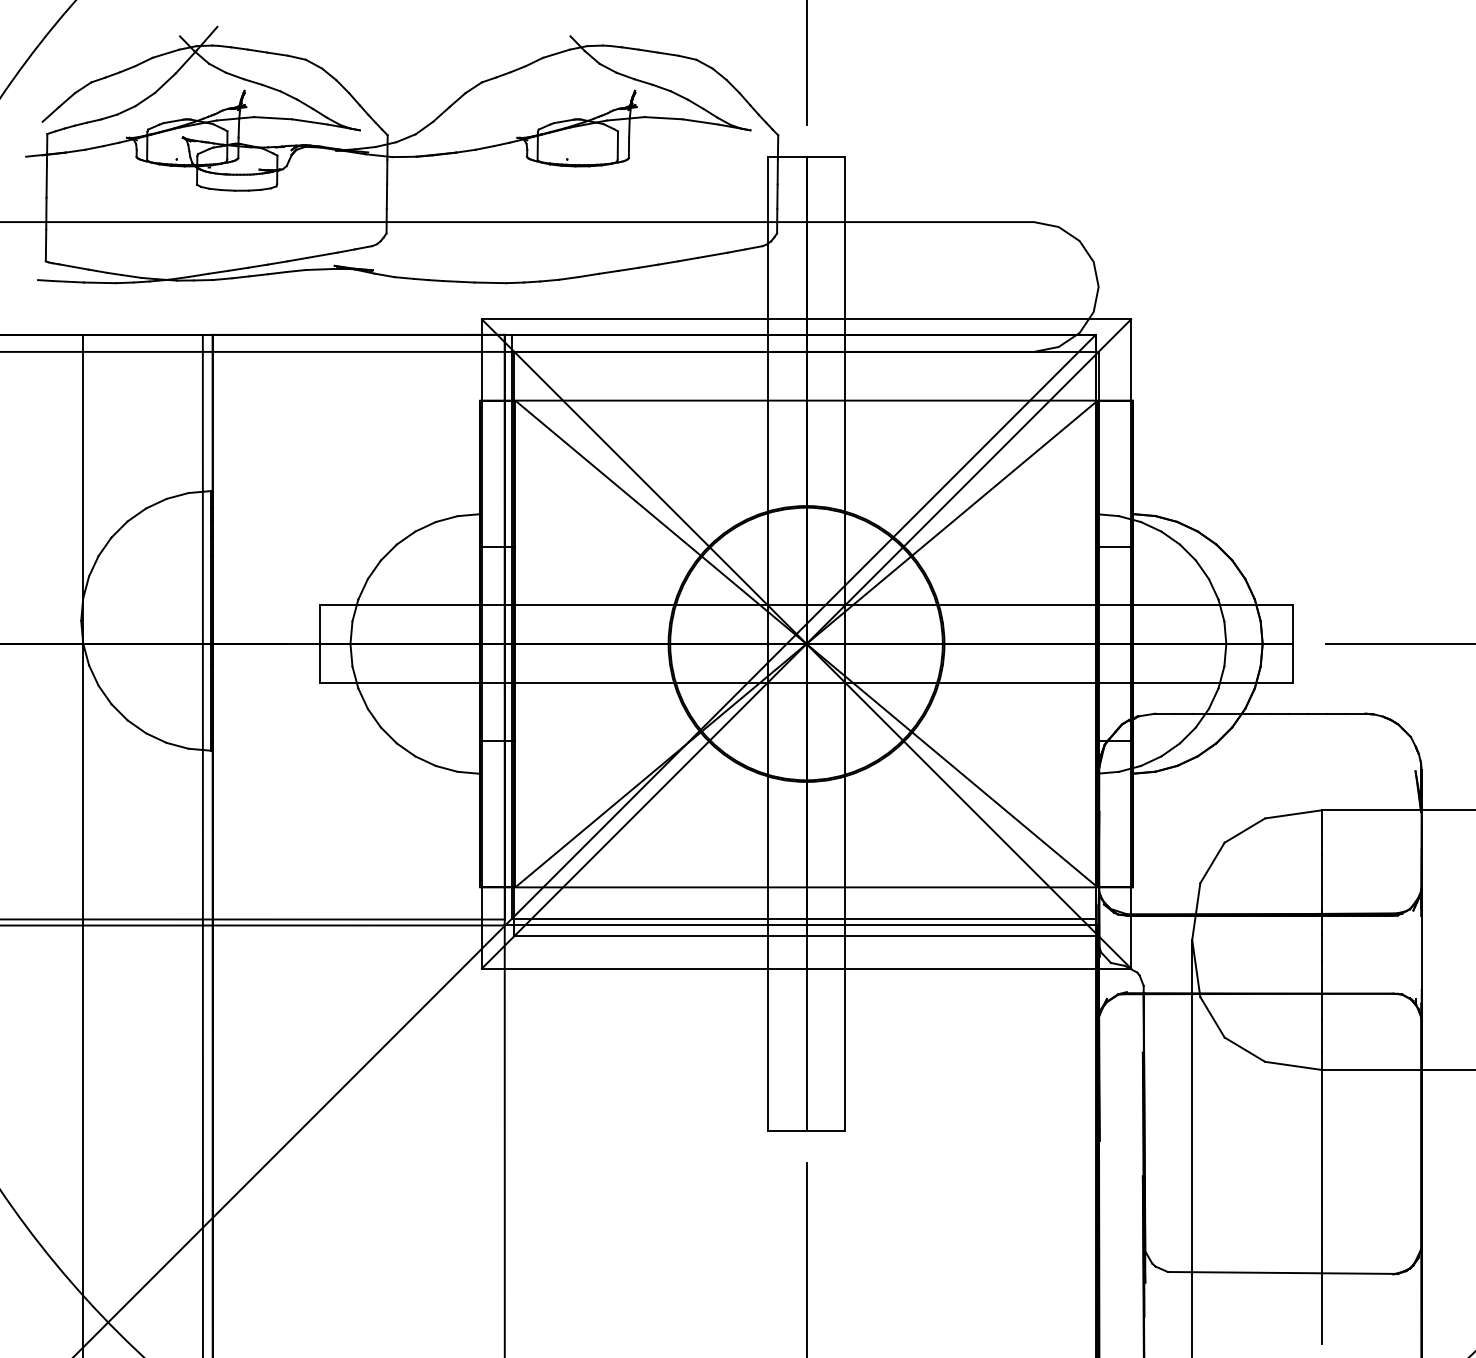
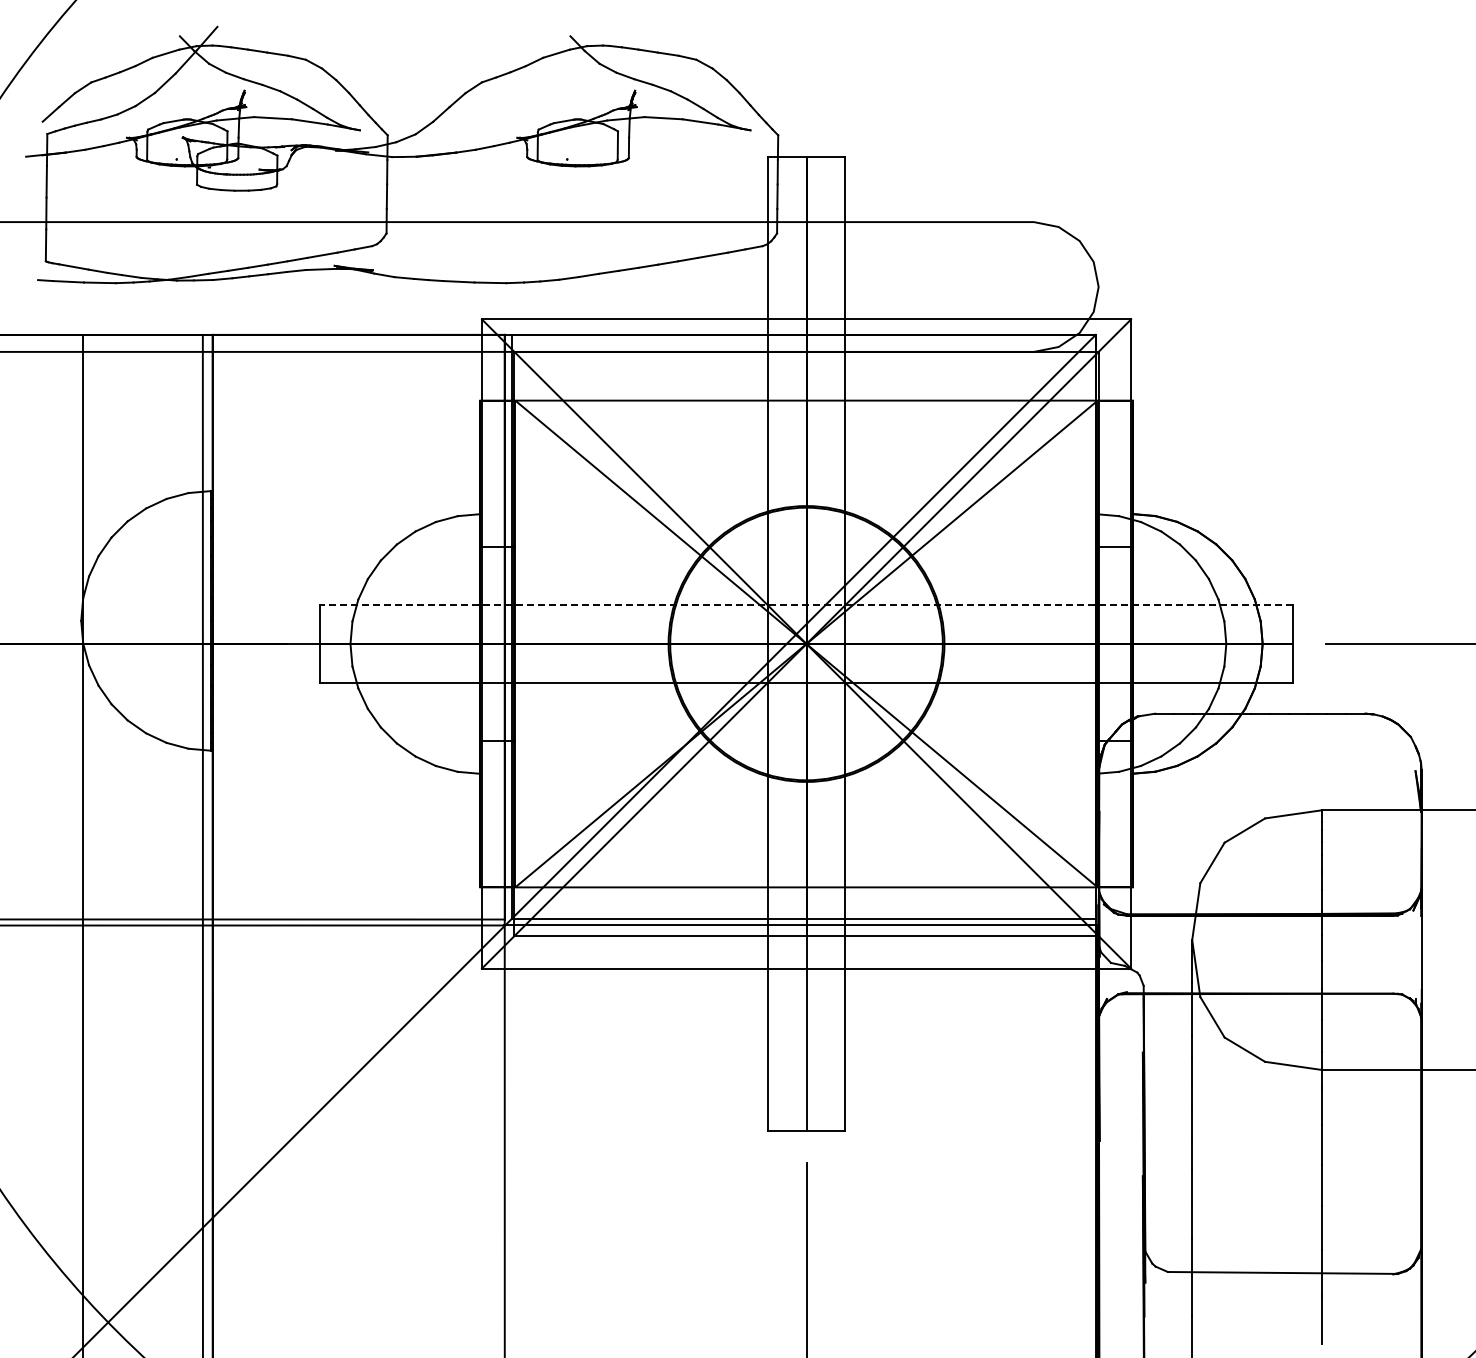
line at (806, 63): present -> none
line at (806, 605): solid -> dashed
